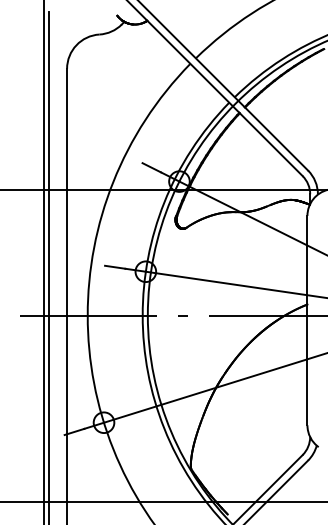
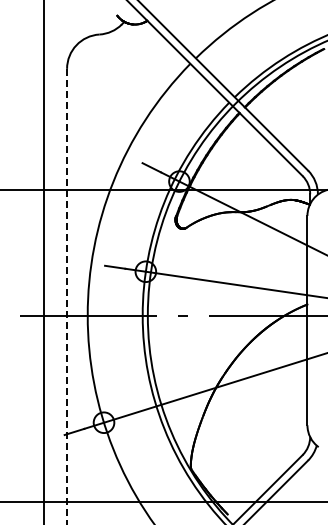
line at (49, 266): present -> none
line at (67, 296): solid -> dashed
